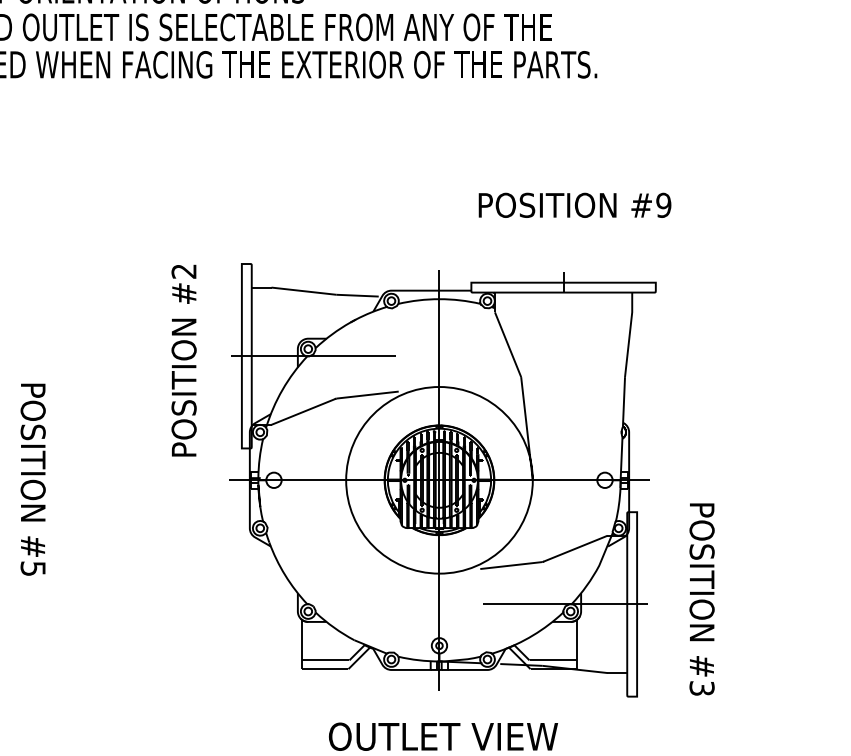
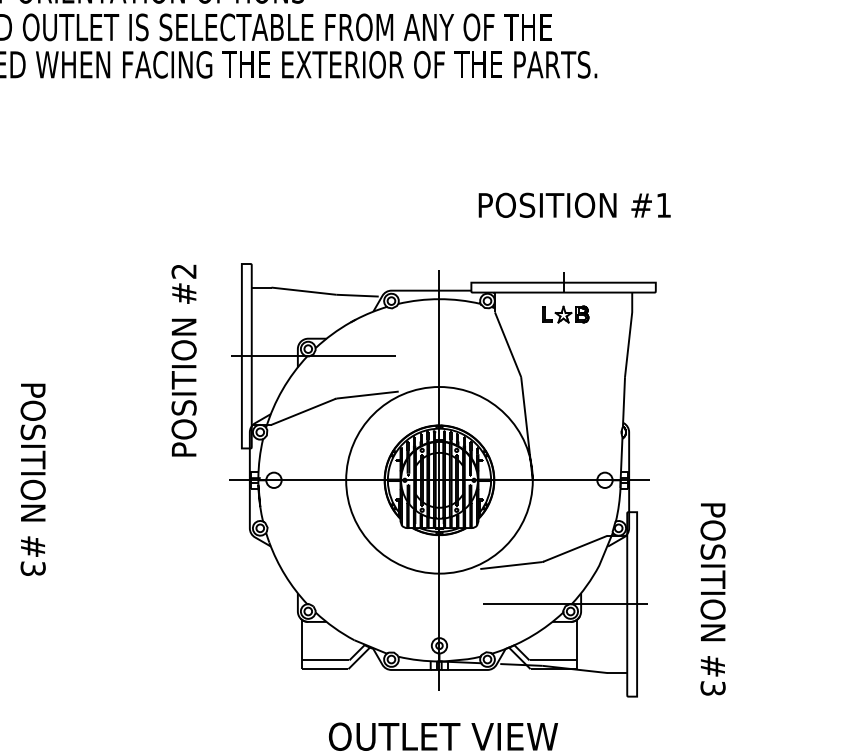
text at (663, 204): #9 -> #1
part at (565, 314): none -> present
text at (33, 568): #5 -> #3
text at (701, 599) position: (701, 599) -> (712, 599)
